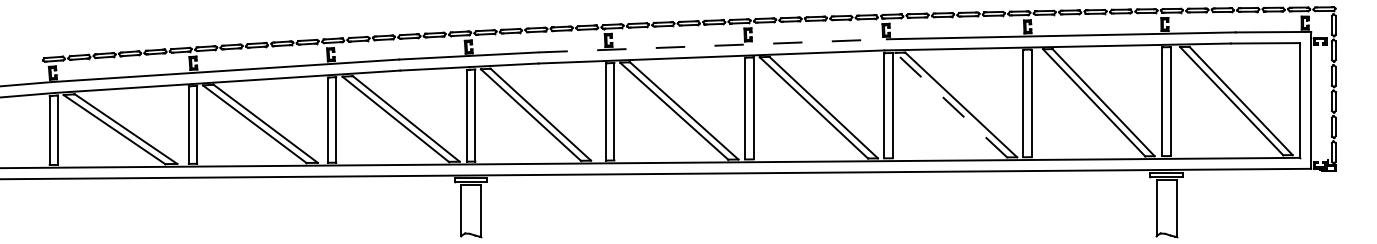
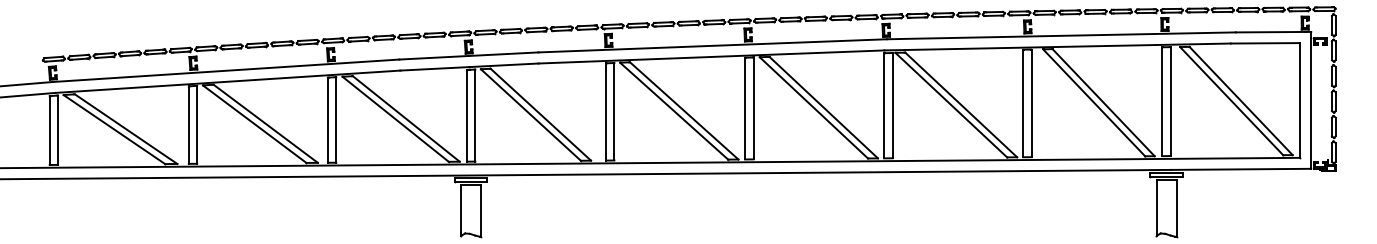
line at (713, 45): dashed -> solid
line at (950, 104): dashed -> solid
